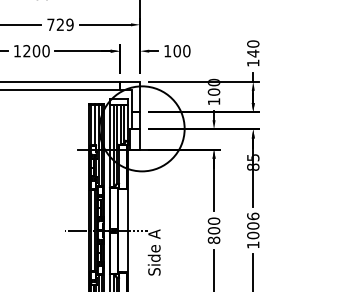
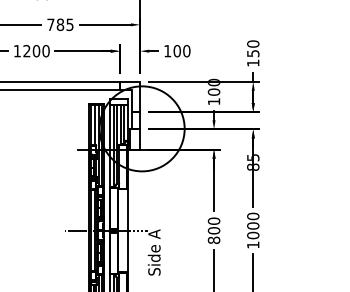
text at (64, 24): 729 -> 785
text at (253, 53): 140 -> 150
text at (253, 215): 1006 -> 1000
